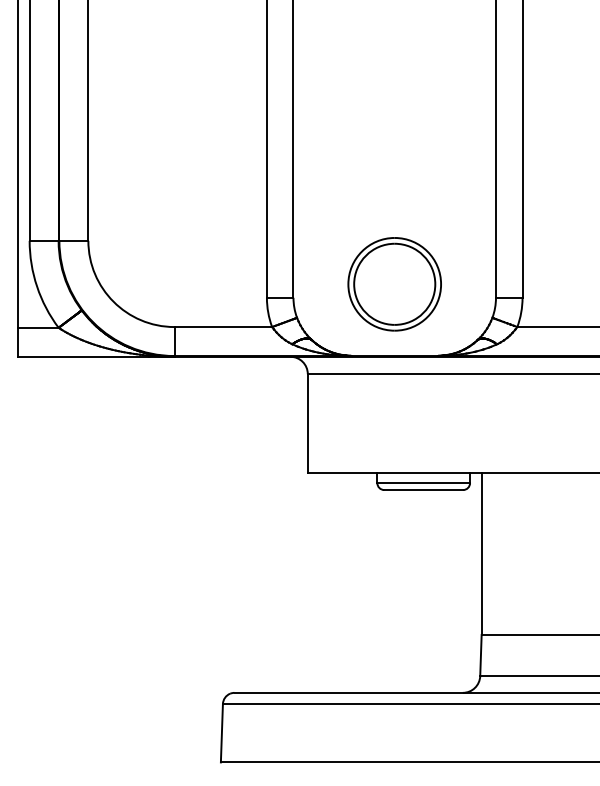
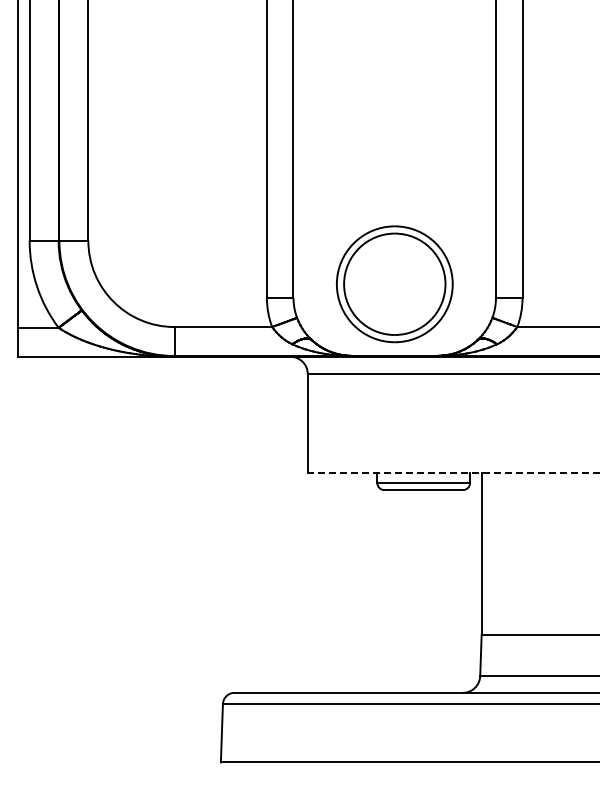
part at (394, 284) size: 95x95 px -> 118x119 px
line at (453, 472): solid -> dashed
